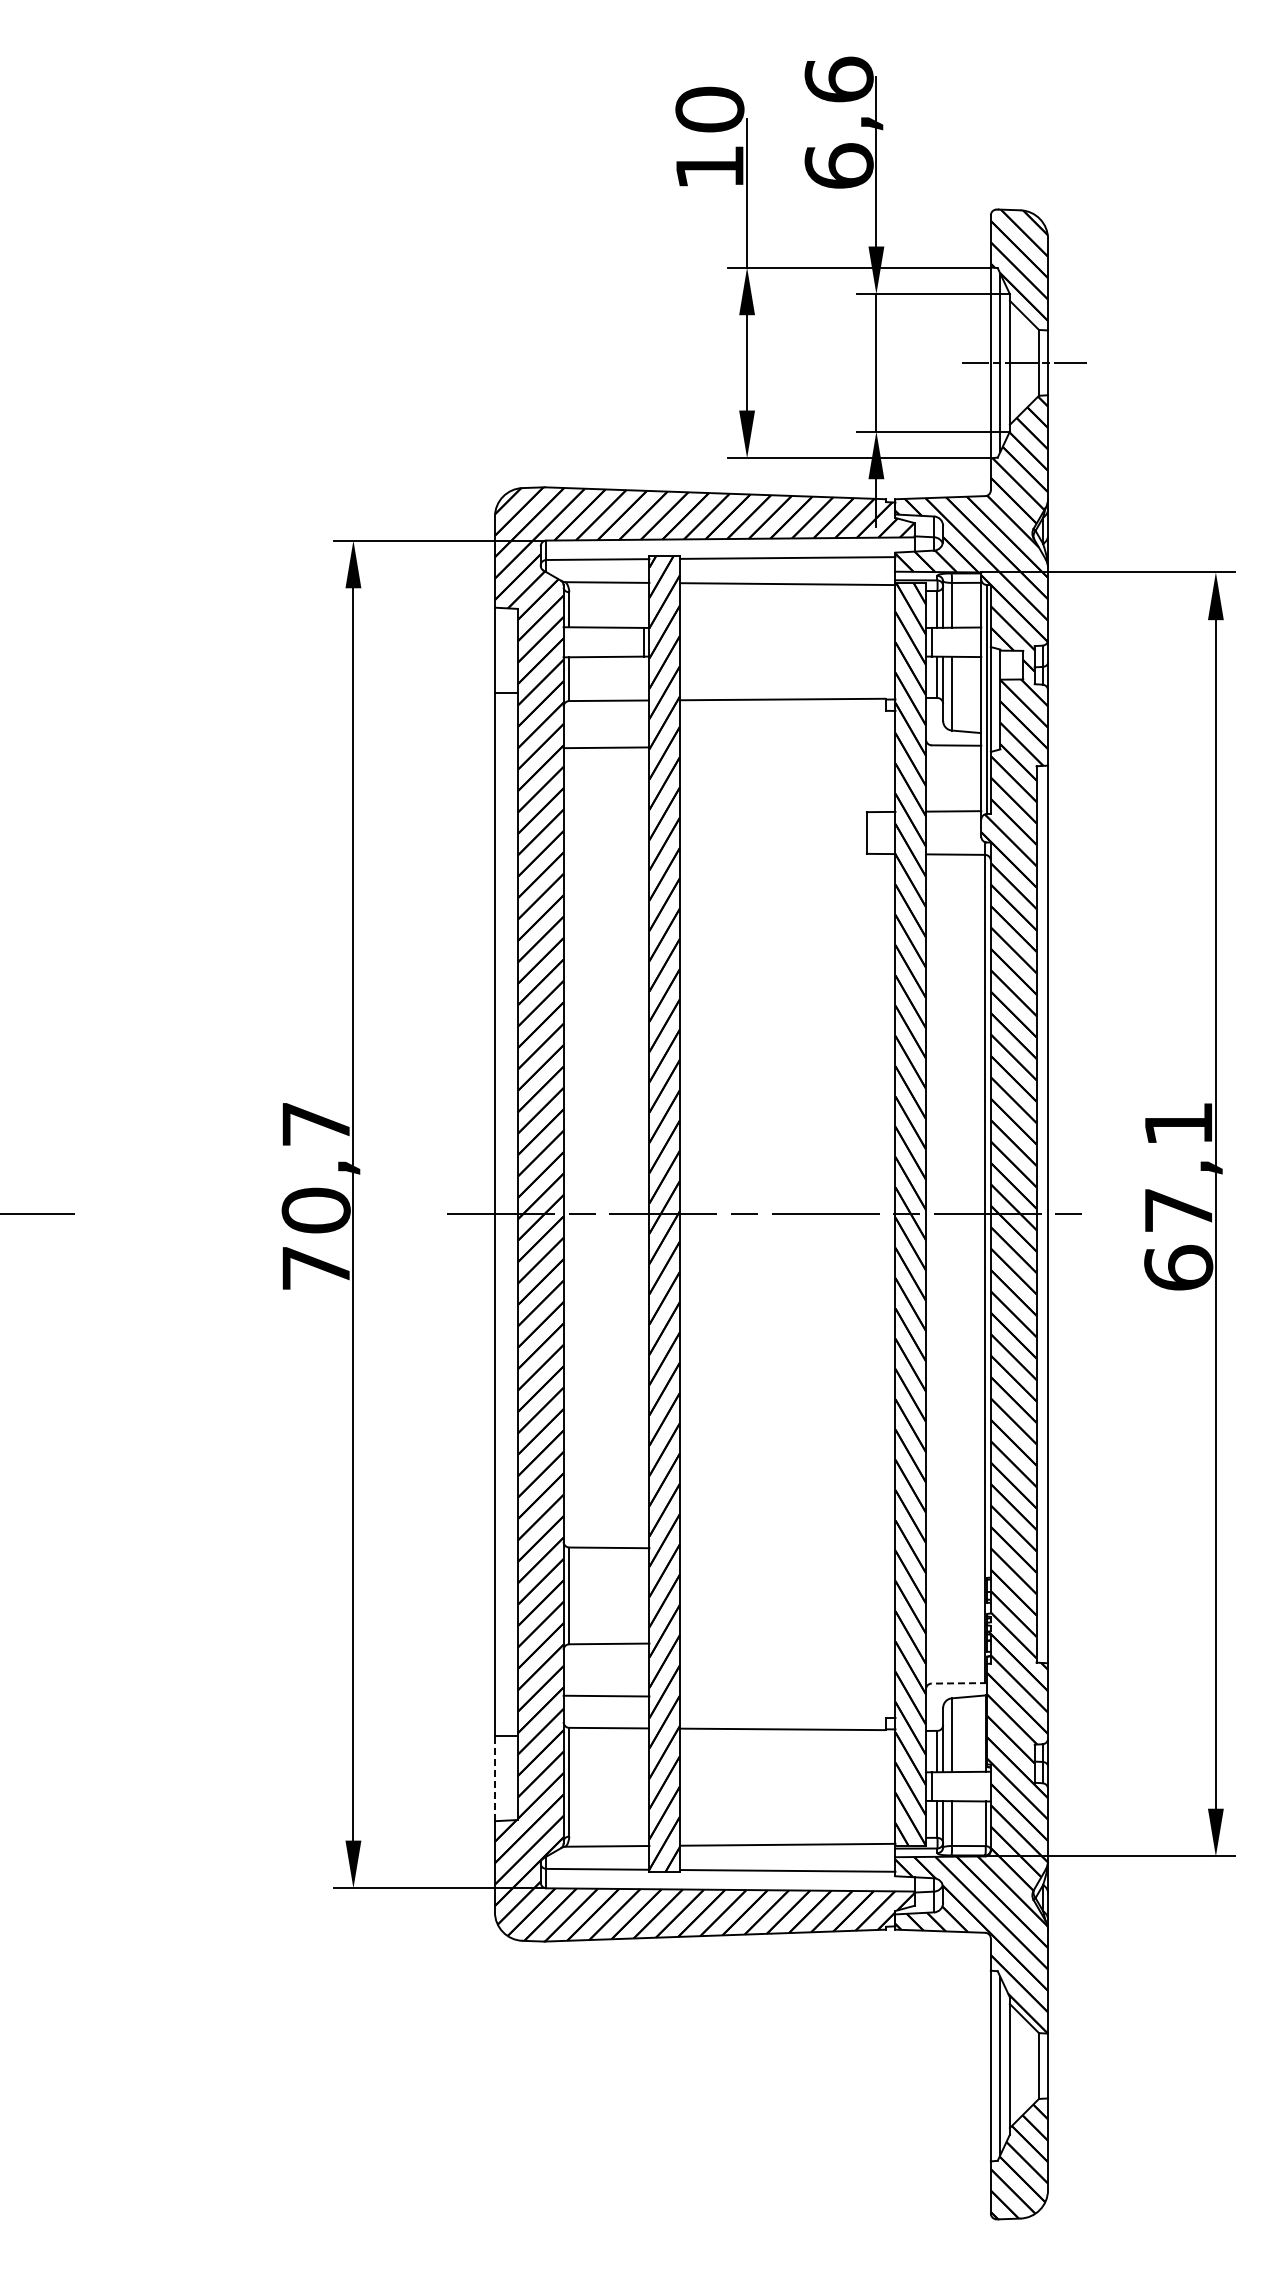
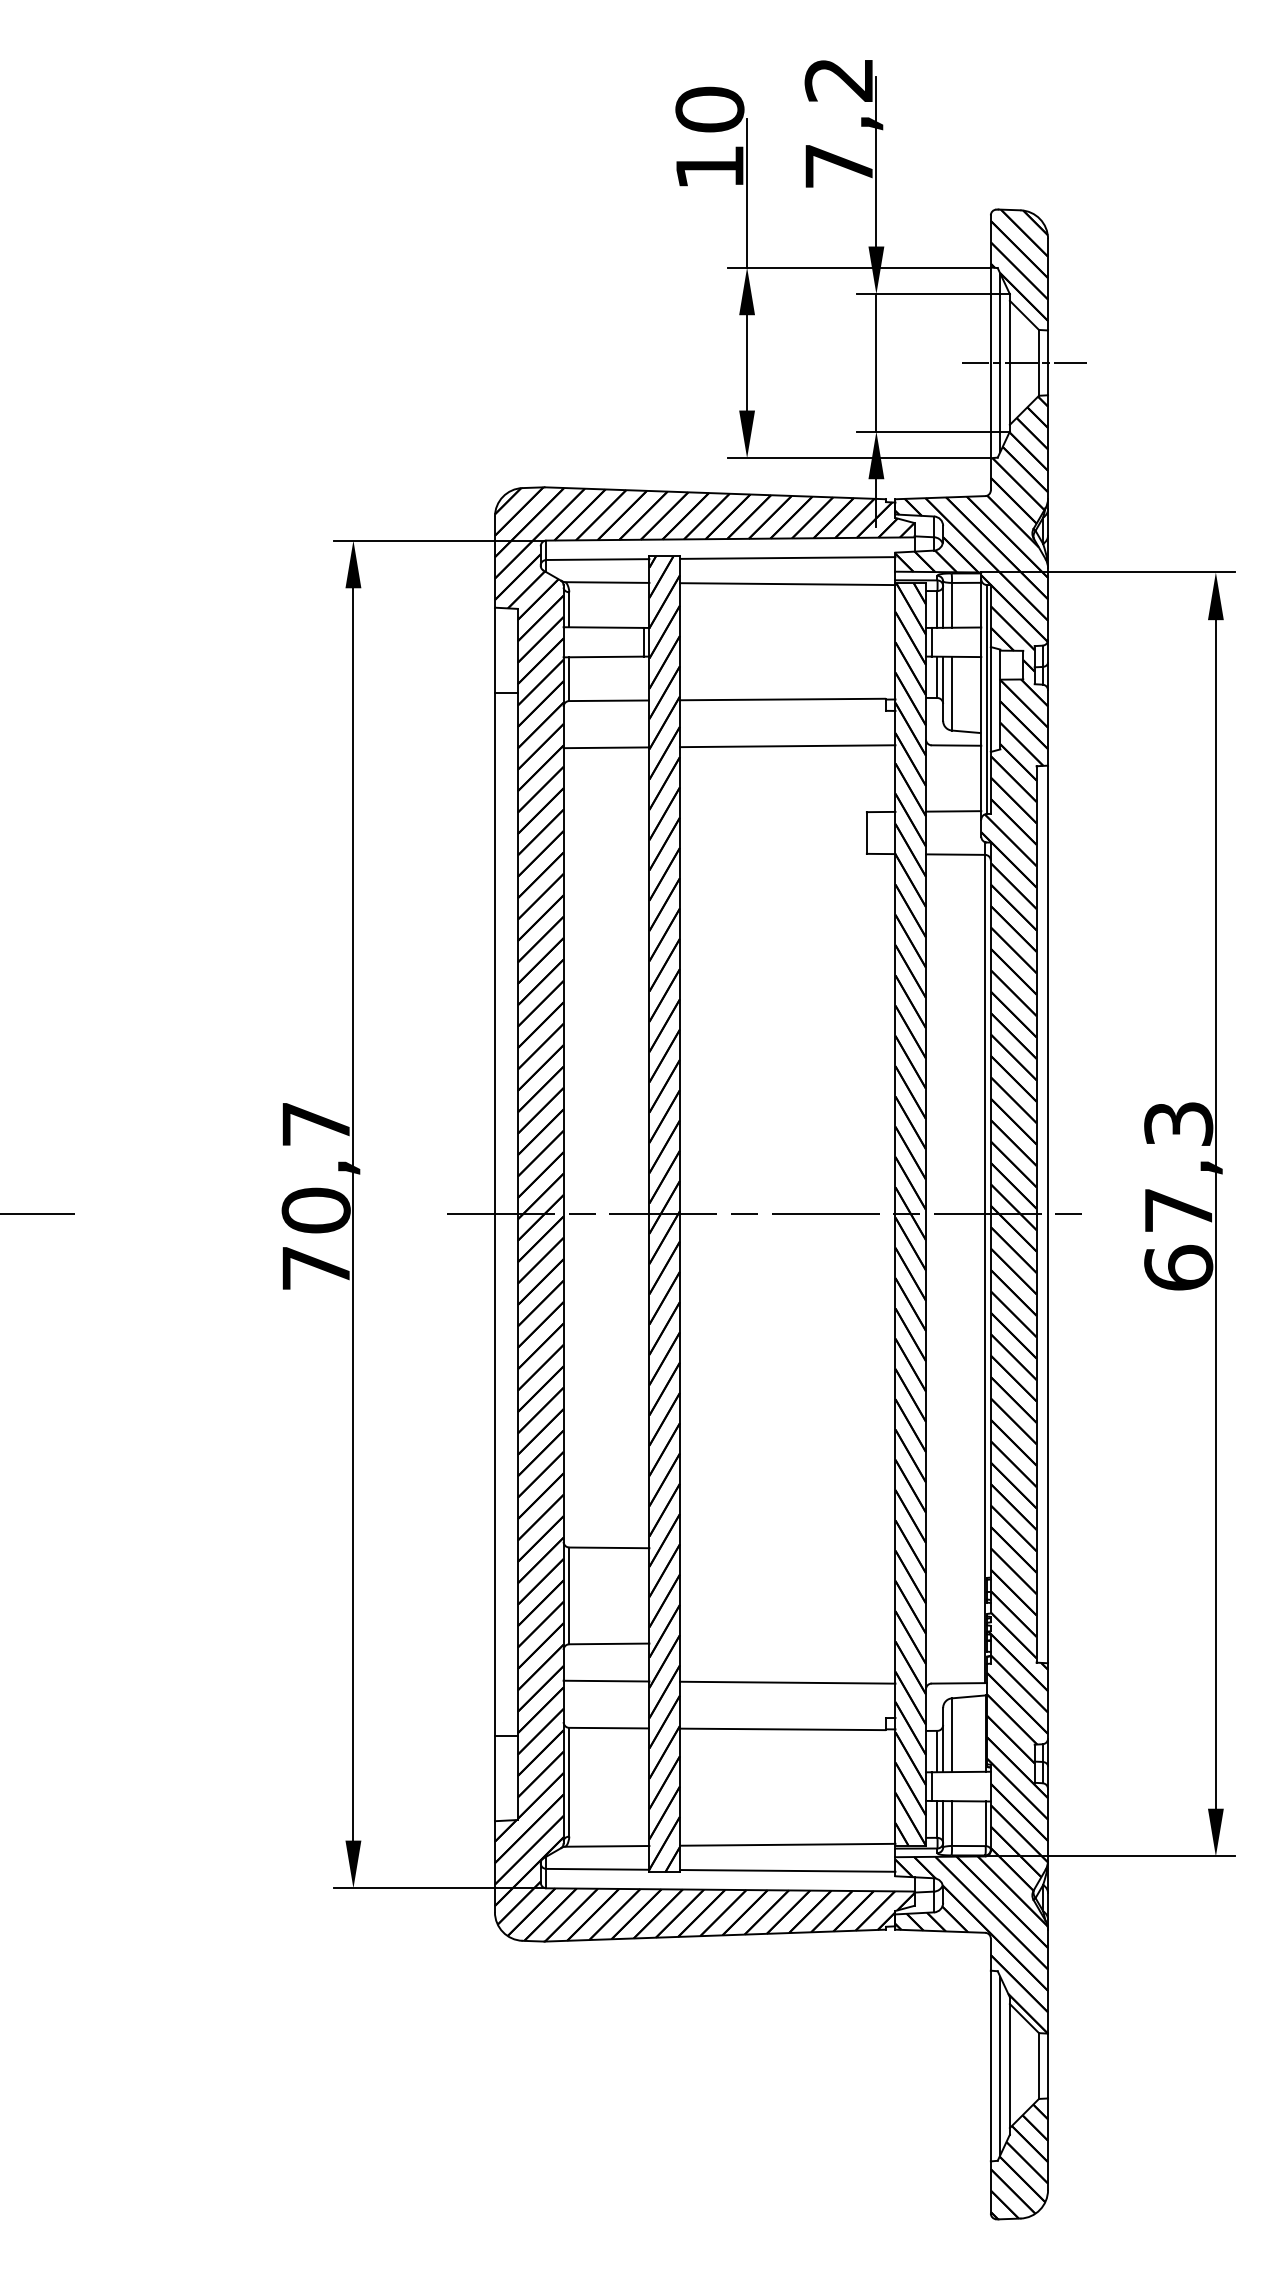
text at (838, 122): 6,6 -> 7,2
line at (787, 746): none -> present
text at (1178, 1123): 67,1 -> 67,3
line at (787, 1682): none -> present
line at (959, 1683): dashed -> solid
line at (606, 1695) position: (606, 1695) -> (606, 1680)
line at (494, 1778): dashed -> solid
